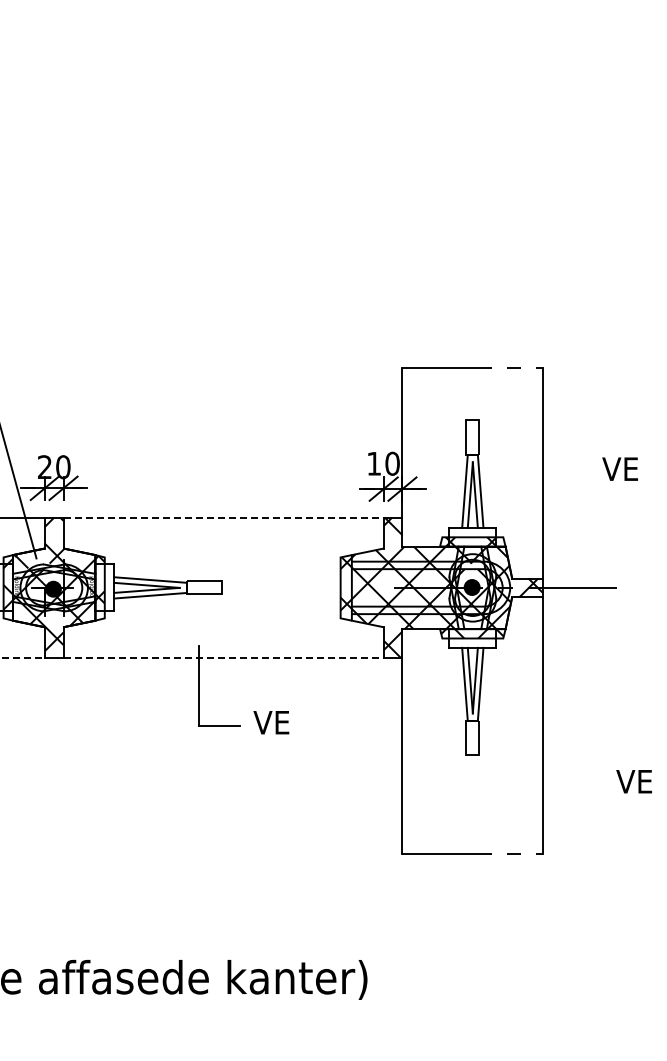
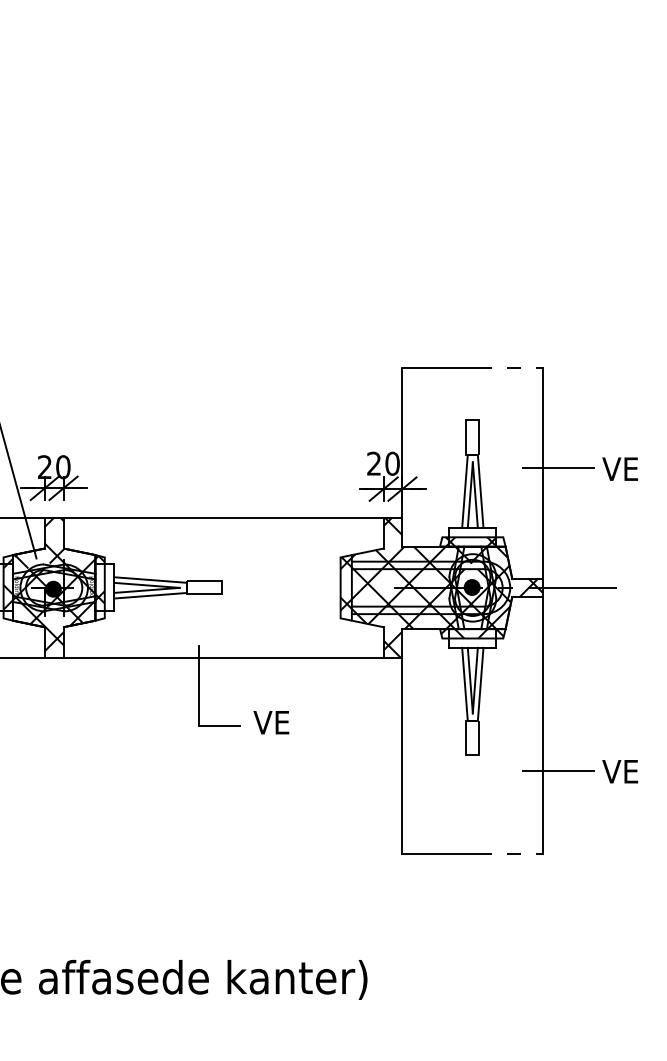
text at (373, 463): 10 -> 20
line at (558, 468): none -> present
line at (224, 517): dashed -> solid
line at (22, 658): dashed -> solid
line at (224, 658): dashed -> solid
line at (558, 771): none -> present
text at (633, 781) position: (633, 781) -> (619, 771)
